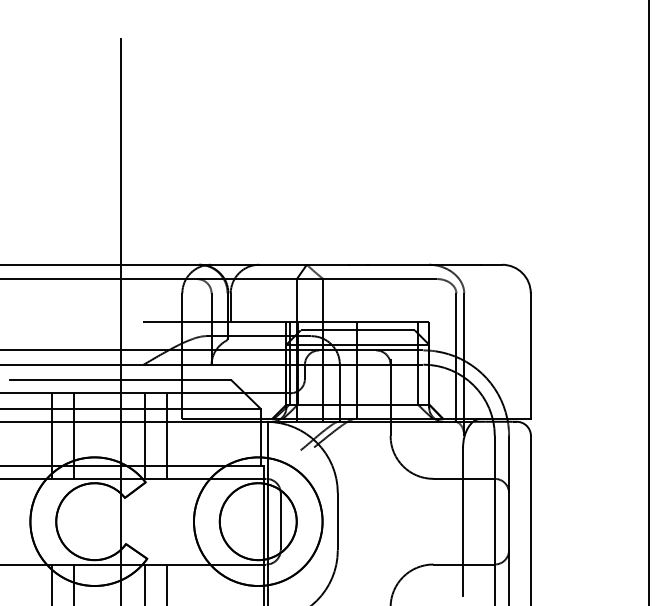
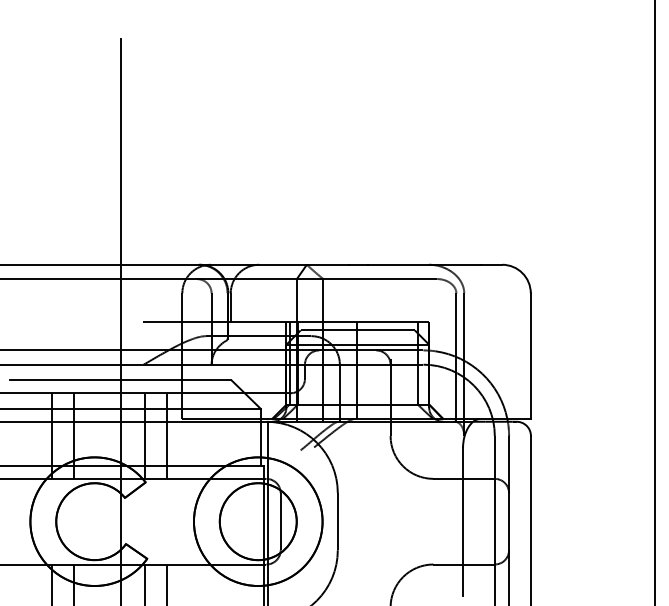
line at (648, 302) position: (648, 302) -> (654, 302)
